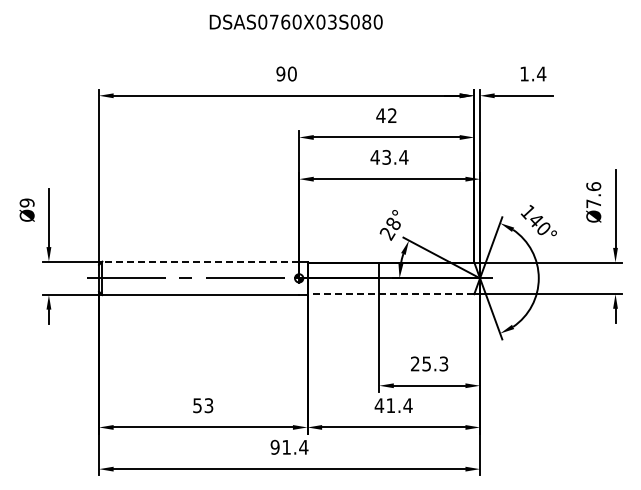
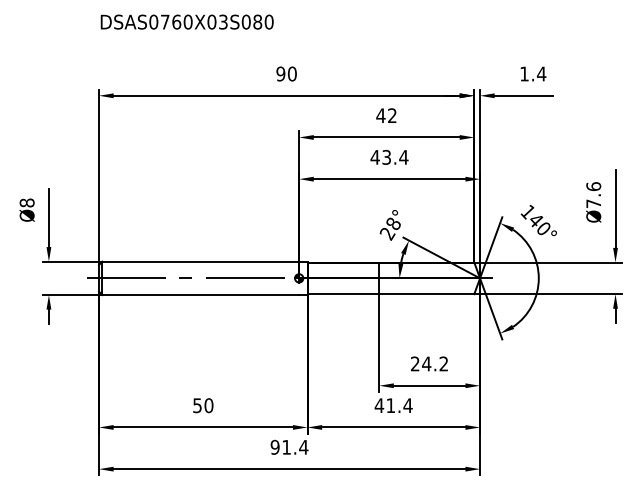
text at (295, 21) position: (295, 21) -> (186, 21)
text at (26, 202): Ø9 -> Ø8
line at (200, 261): dashed -> solid
line at (390, 294): dashed -> solid
text at (435, 363): 25.3 -> 24.2
text at (208, 405): 53 -> 50
